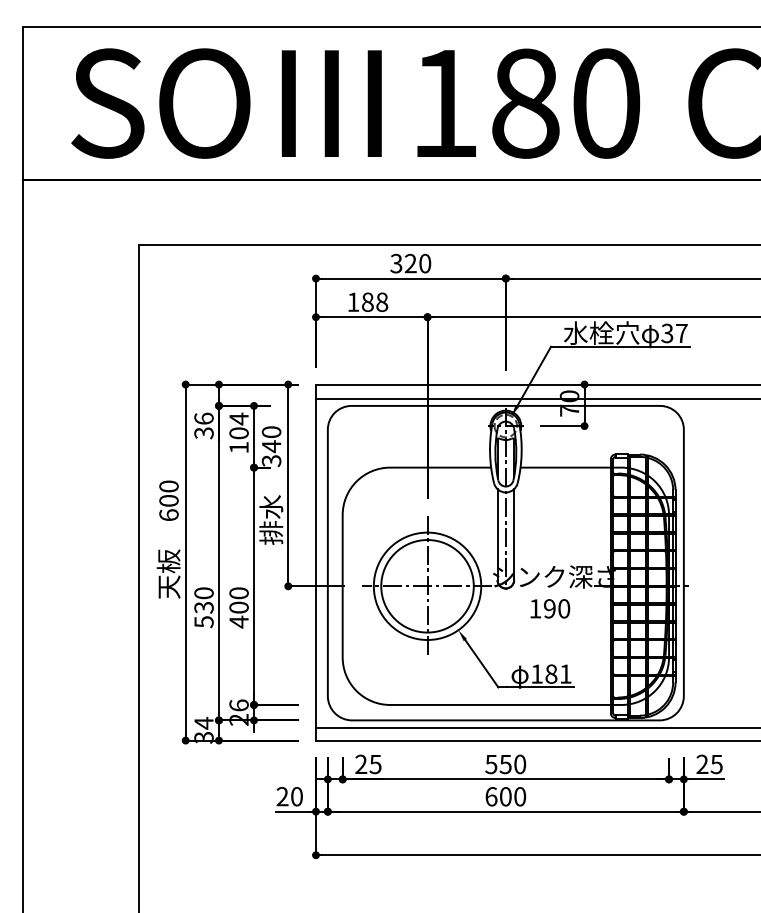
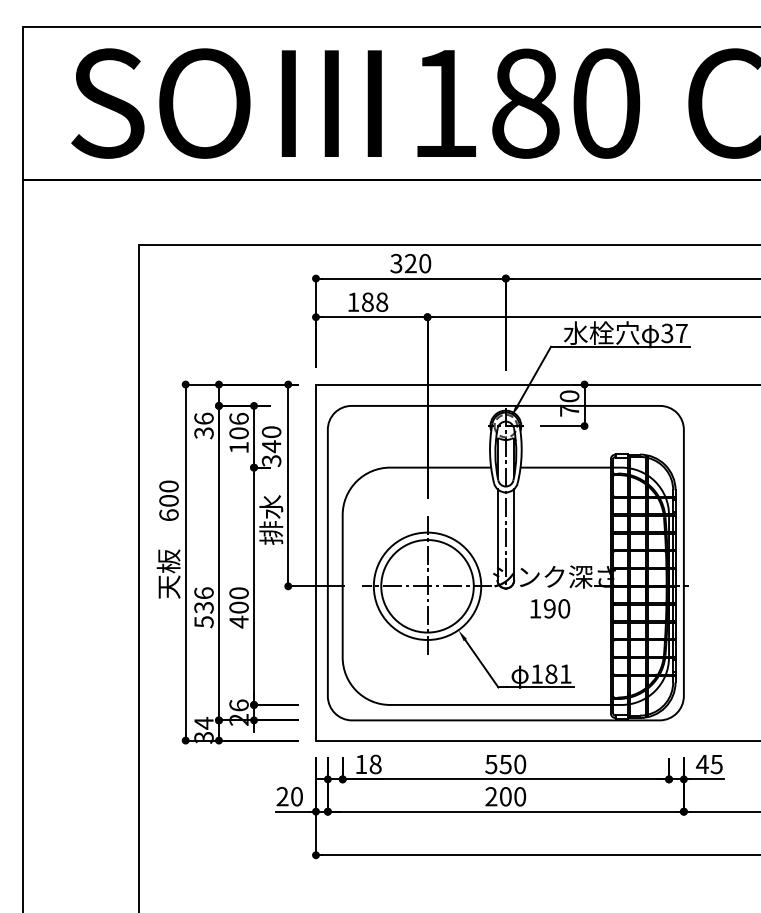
line at (536, 399): present -> none
text at (238, 418): 104 -> 106
text at (203, 593): 530 -> 536
line at (536, 728): present -> none
text at (702, 763): 25 -> 45
text at (368, 764): 25 -> 18
text at (491, 796): 600 -> 200
